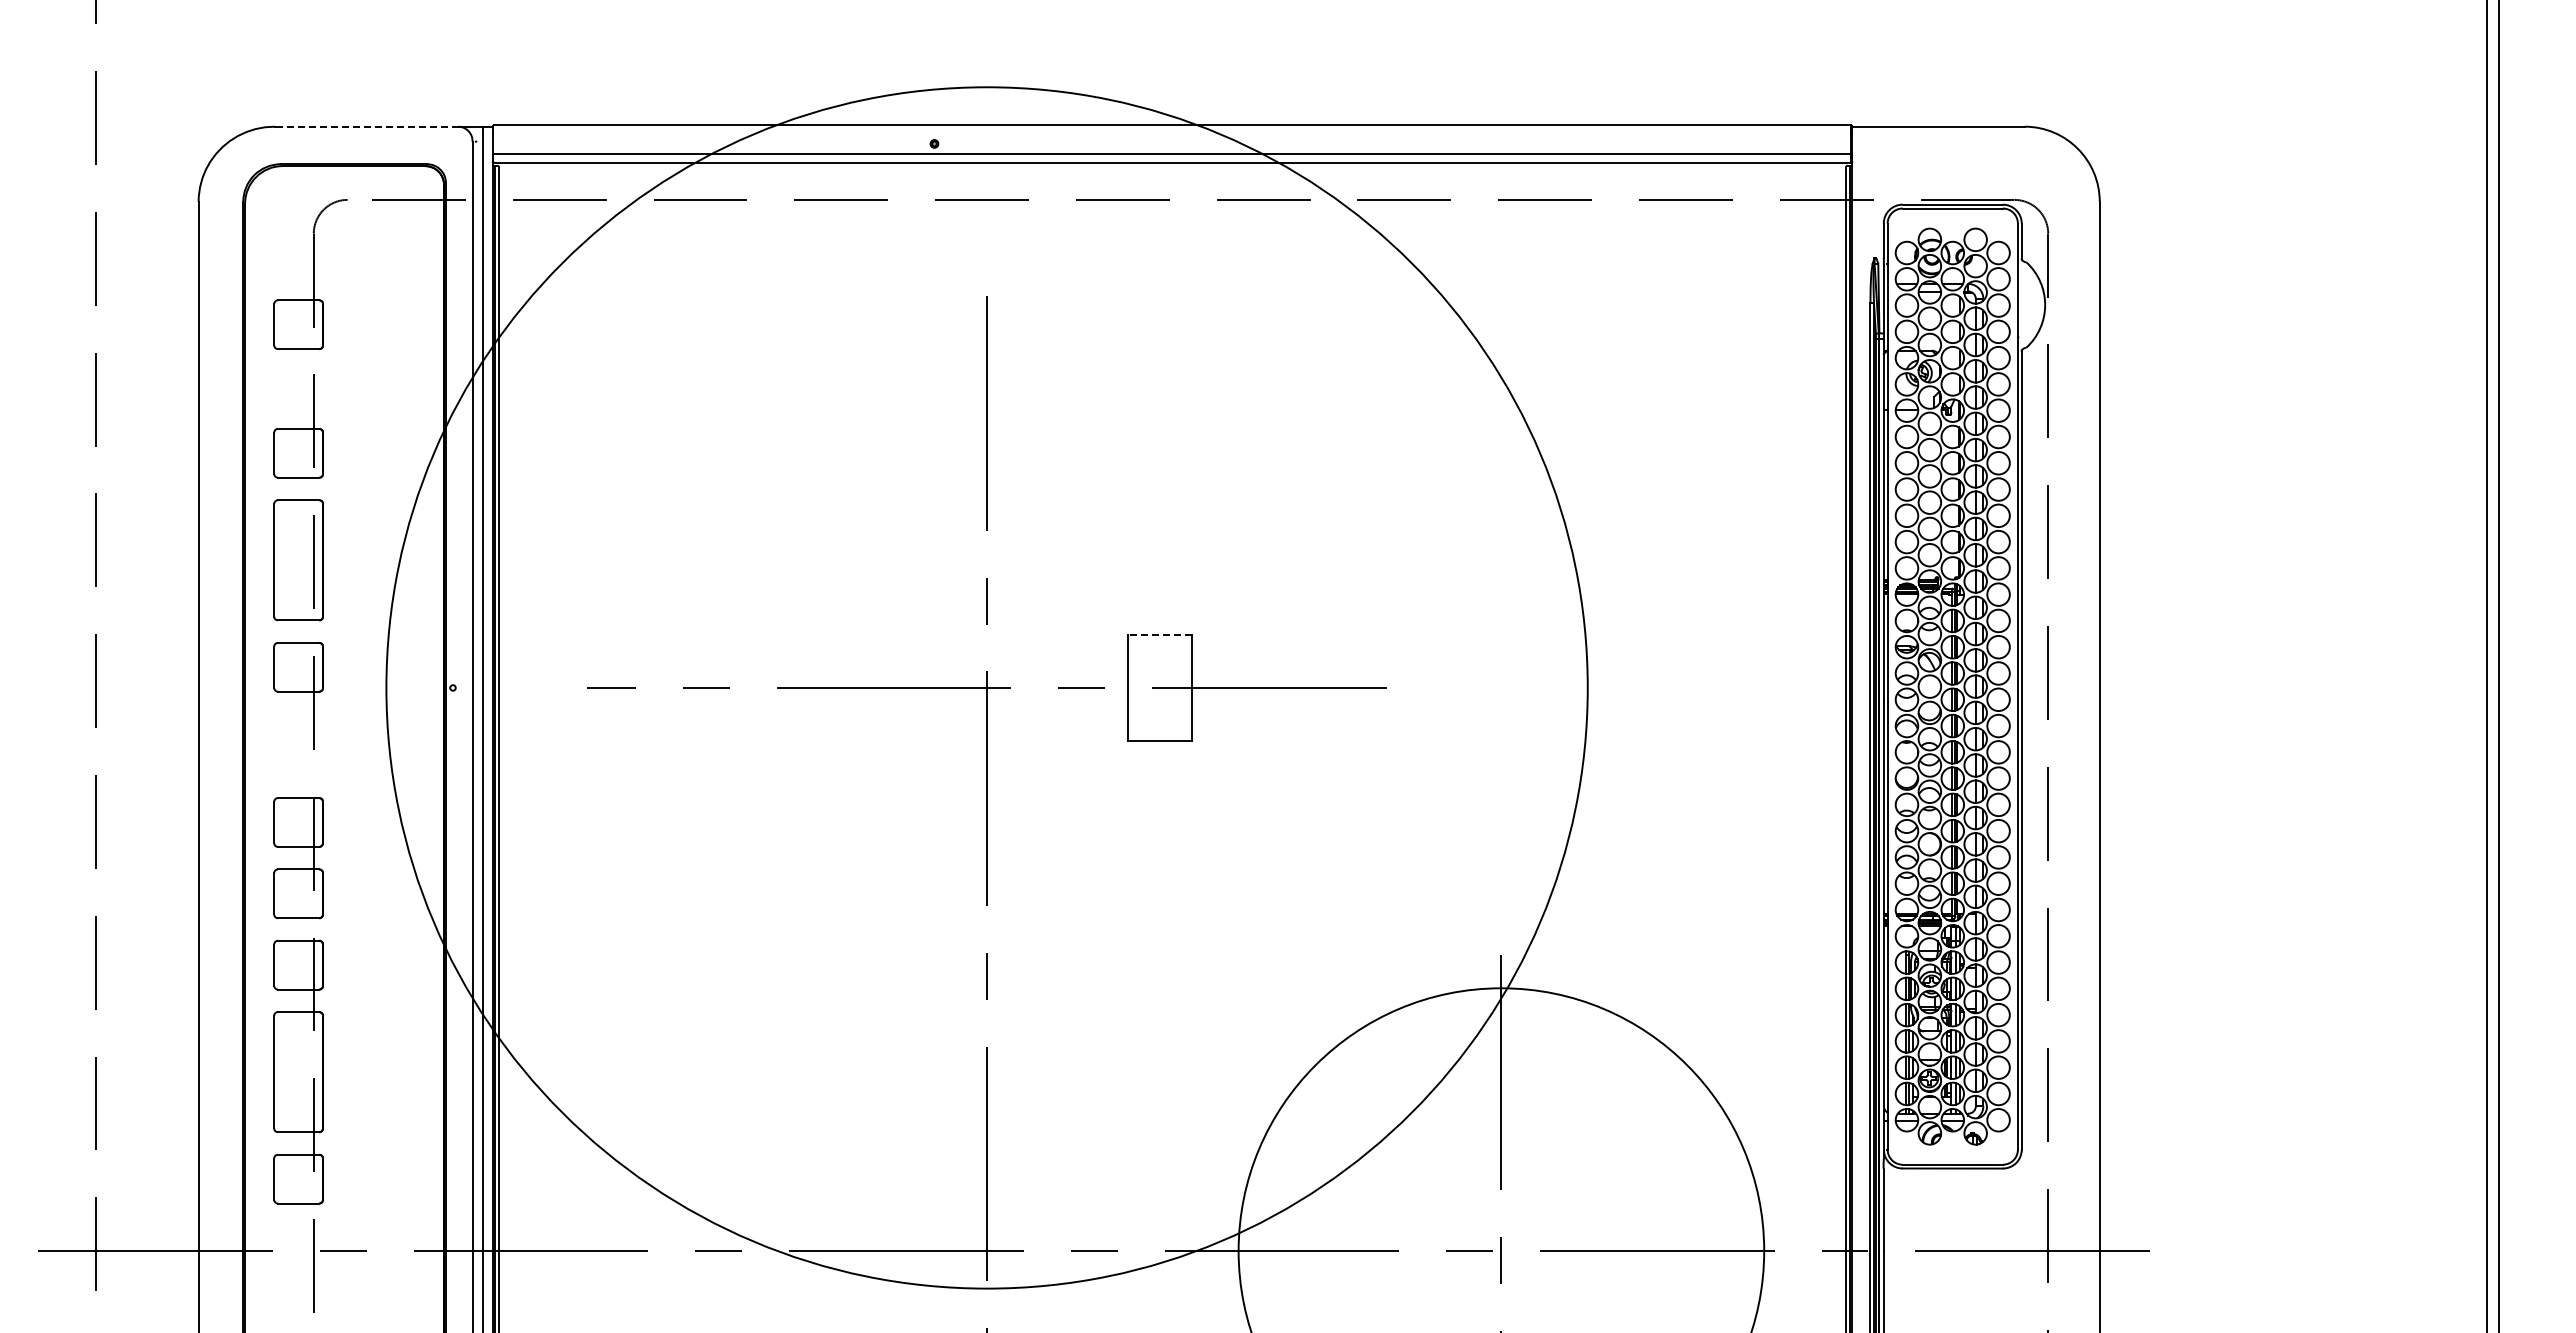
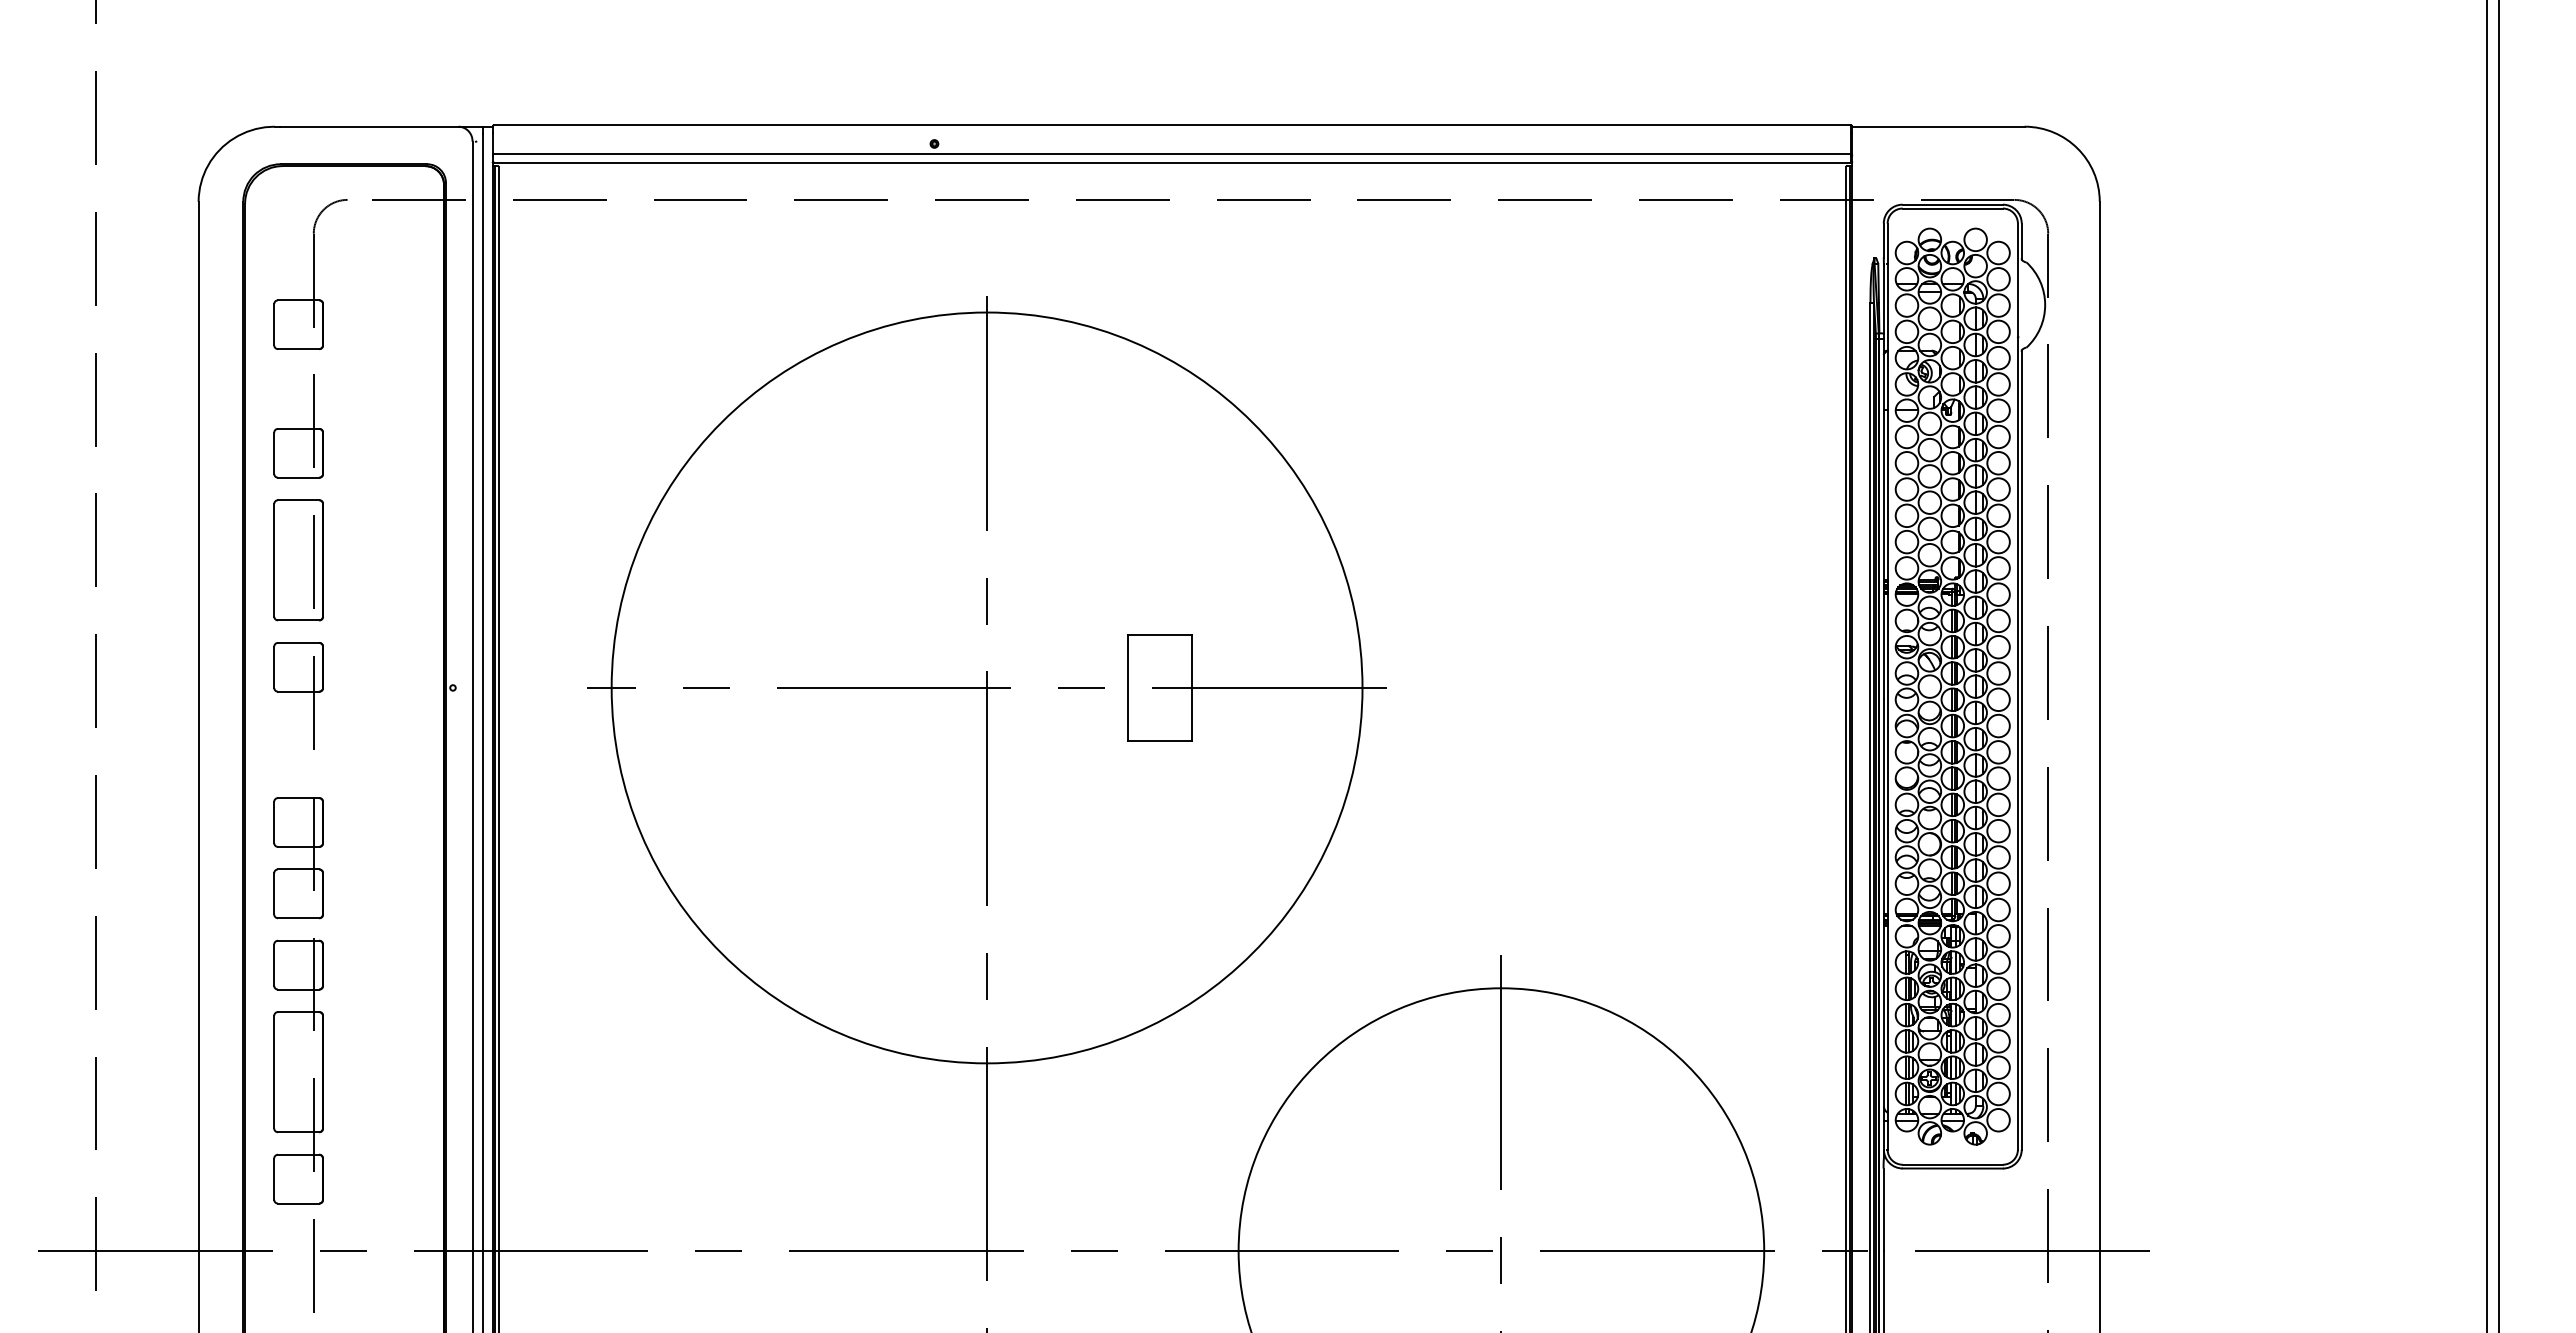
line at (368, 126): dashed -> solid
line at (1159, 635): dashed -> solid
circle at (986, 687) diameter: 1201 px -> 751 px
